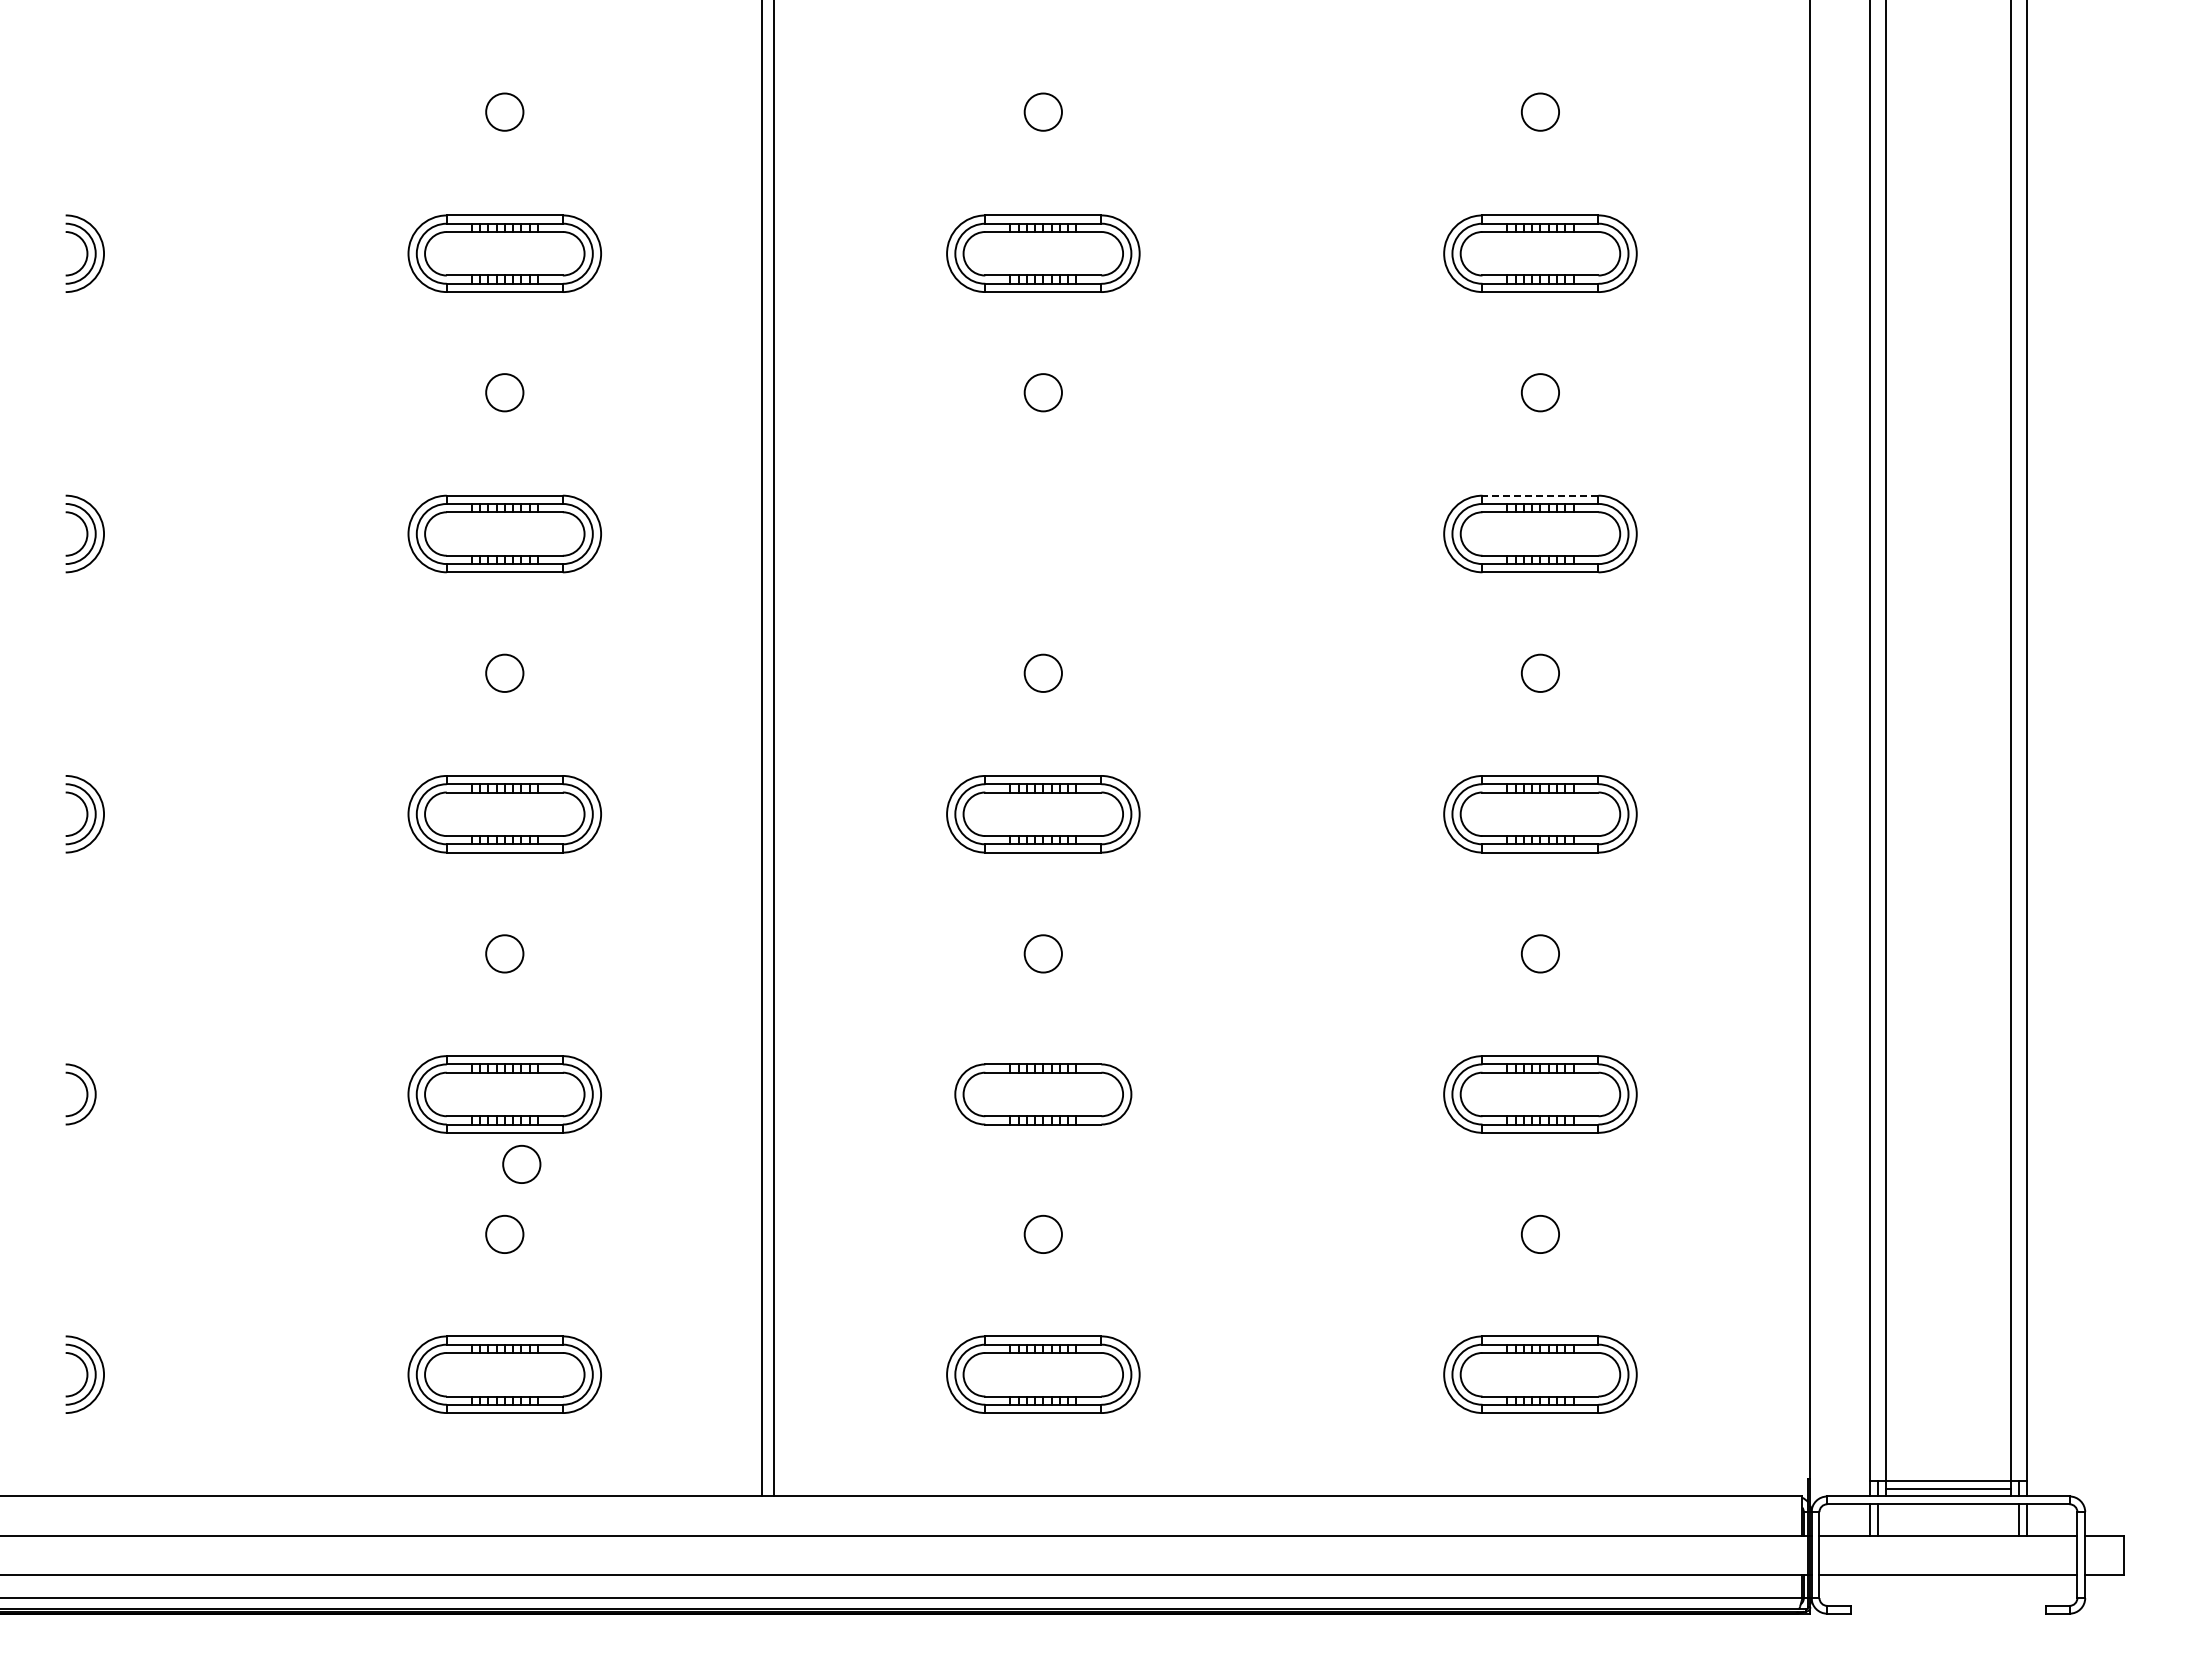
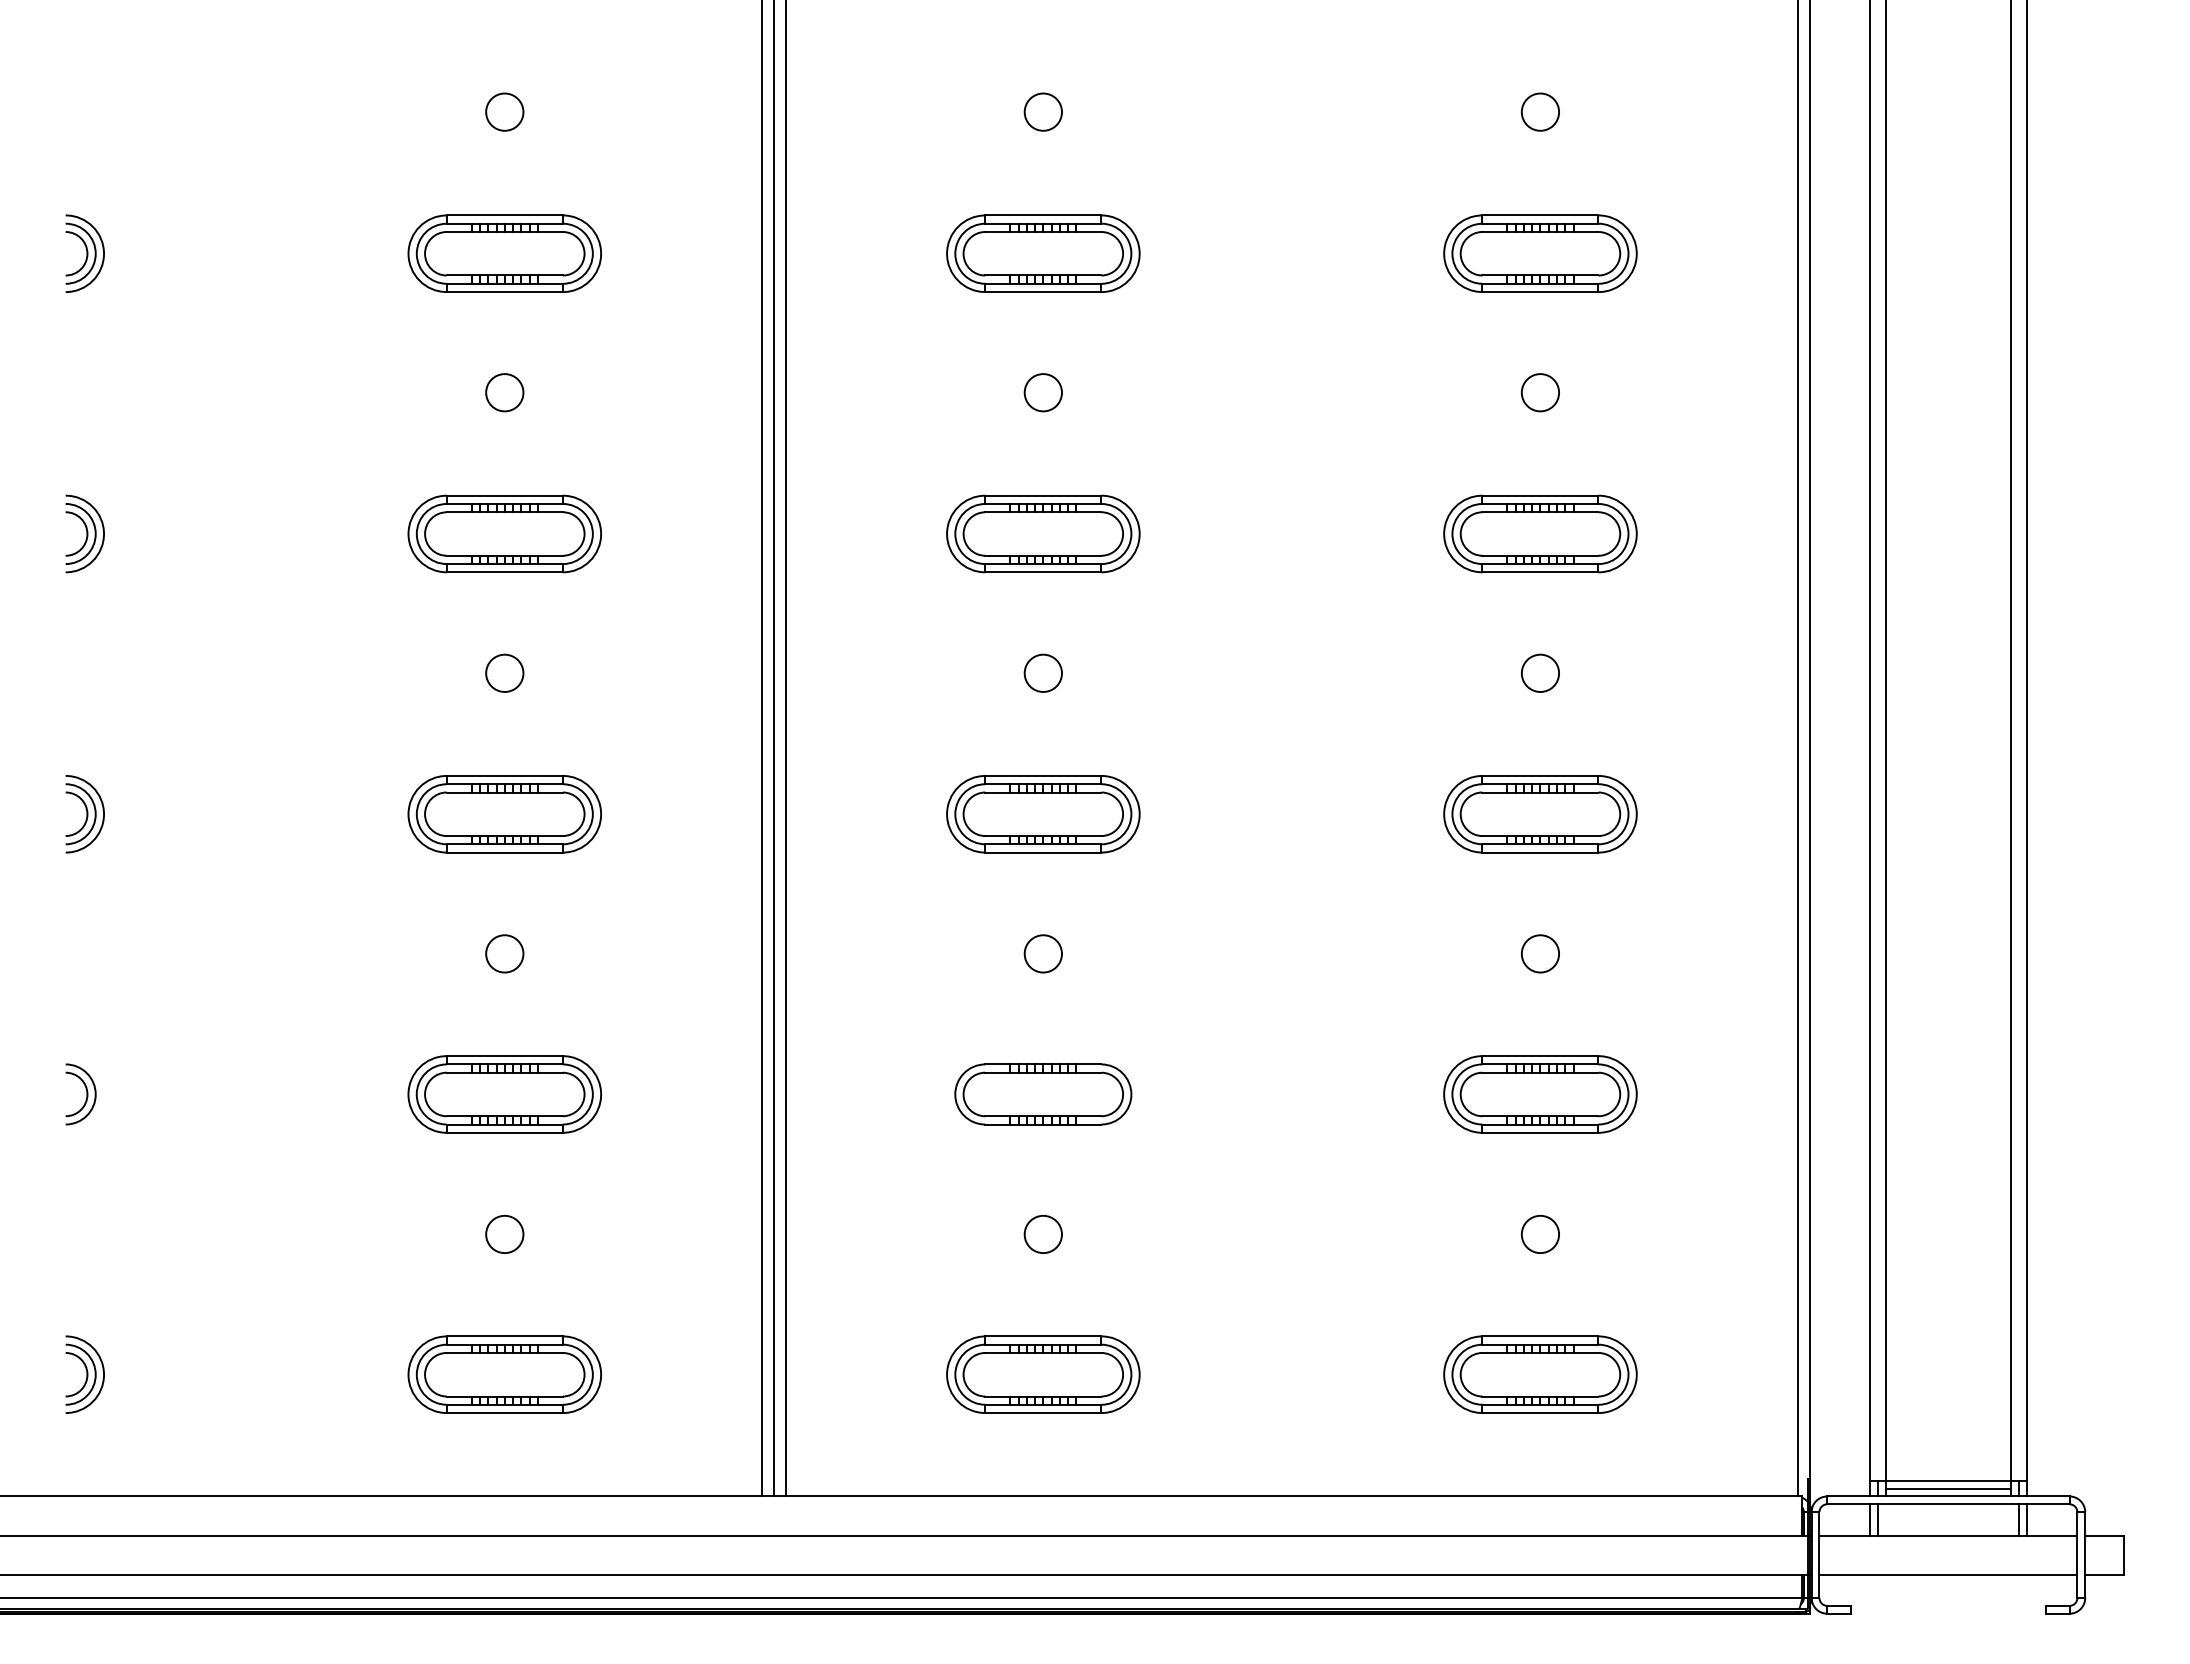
line at (1540, 495): dashed -> solid
part at (1043, 533): none -> present
line at (785, 749): none -> present
line at (1798, 749): none -> present
circle at (521, 1164): present -> none
